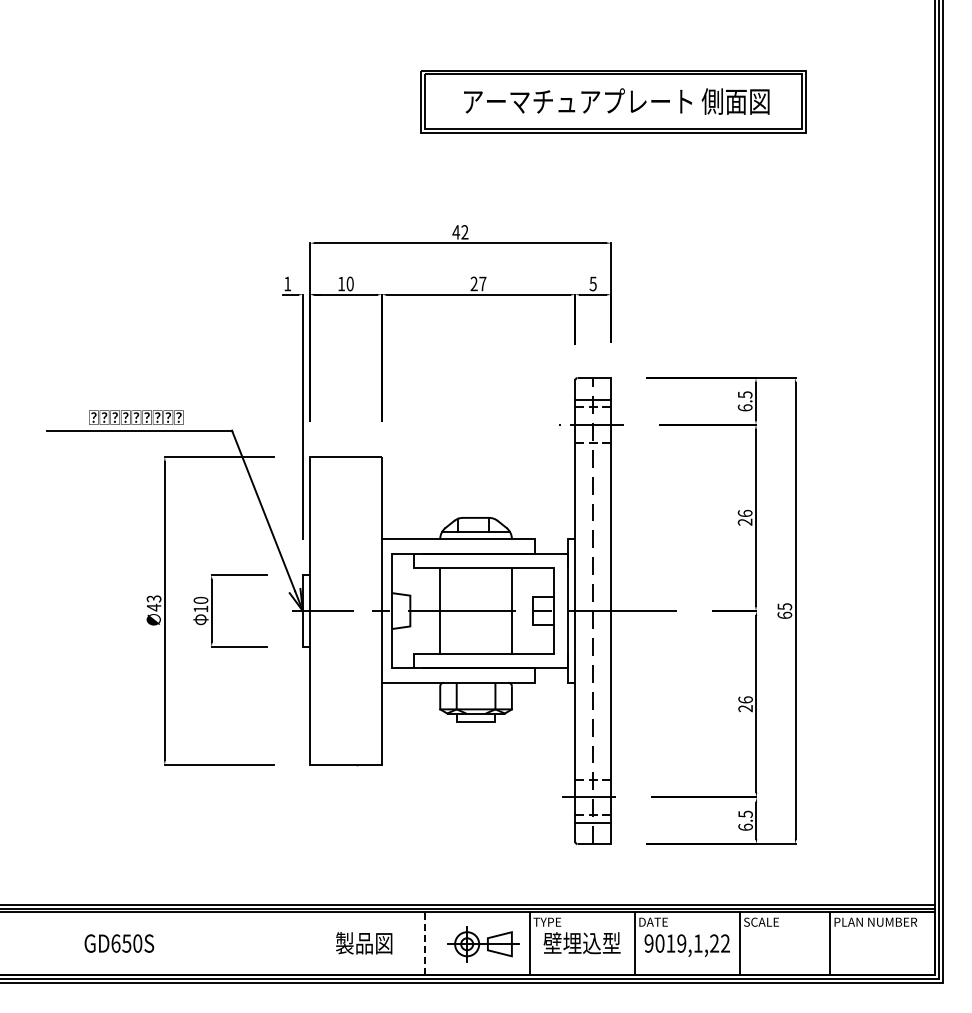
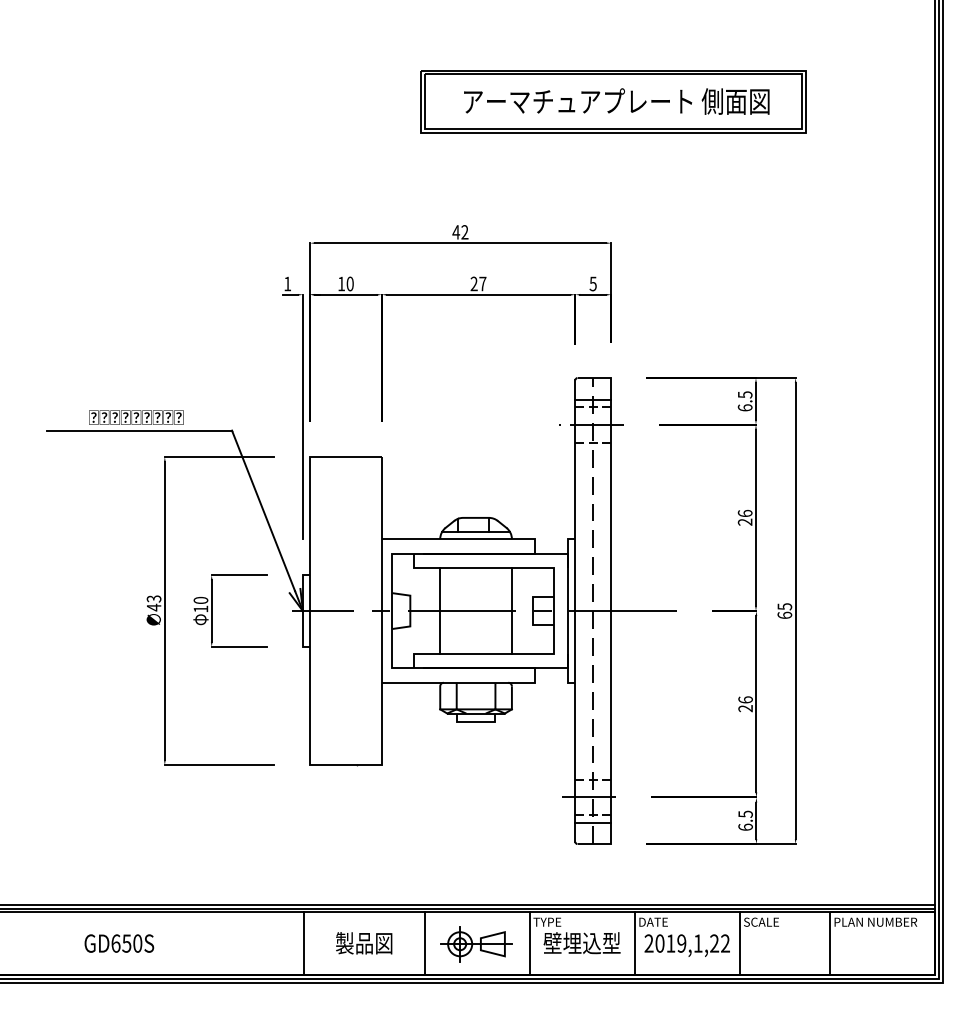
line at (304, 943): none -> present
line at (424, 943): dashed -> solid
text at (648, 943): 9019,1,22 -> 2019,1,22
part at (483, 944) position: (483, 944) -> (476, 944)
